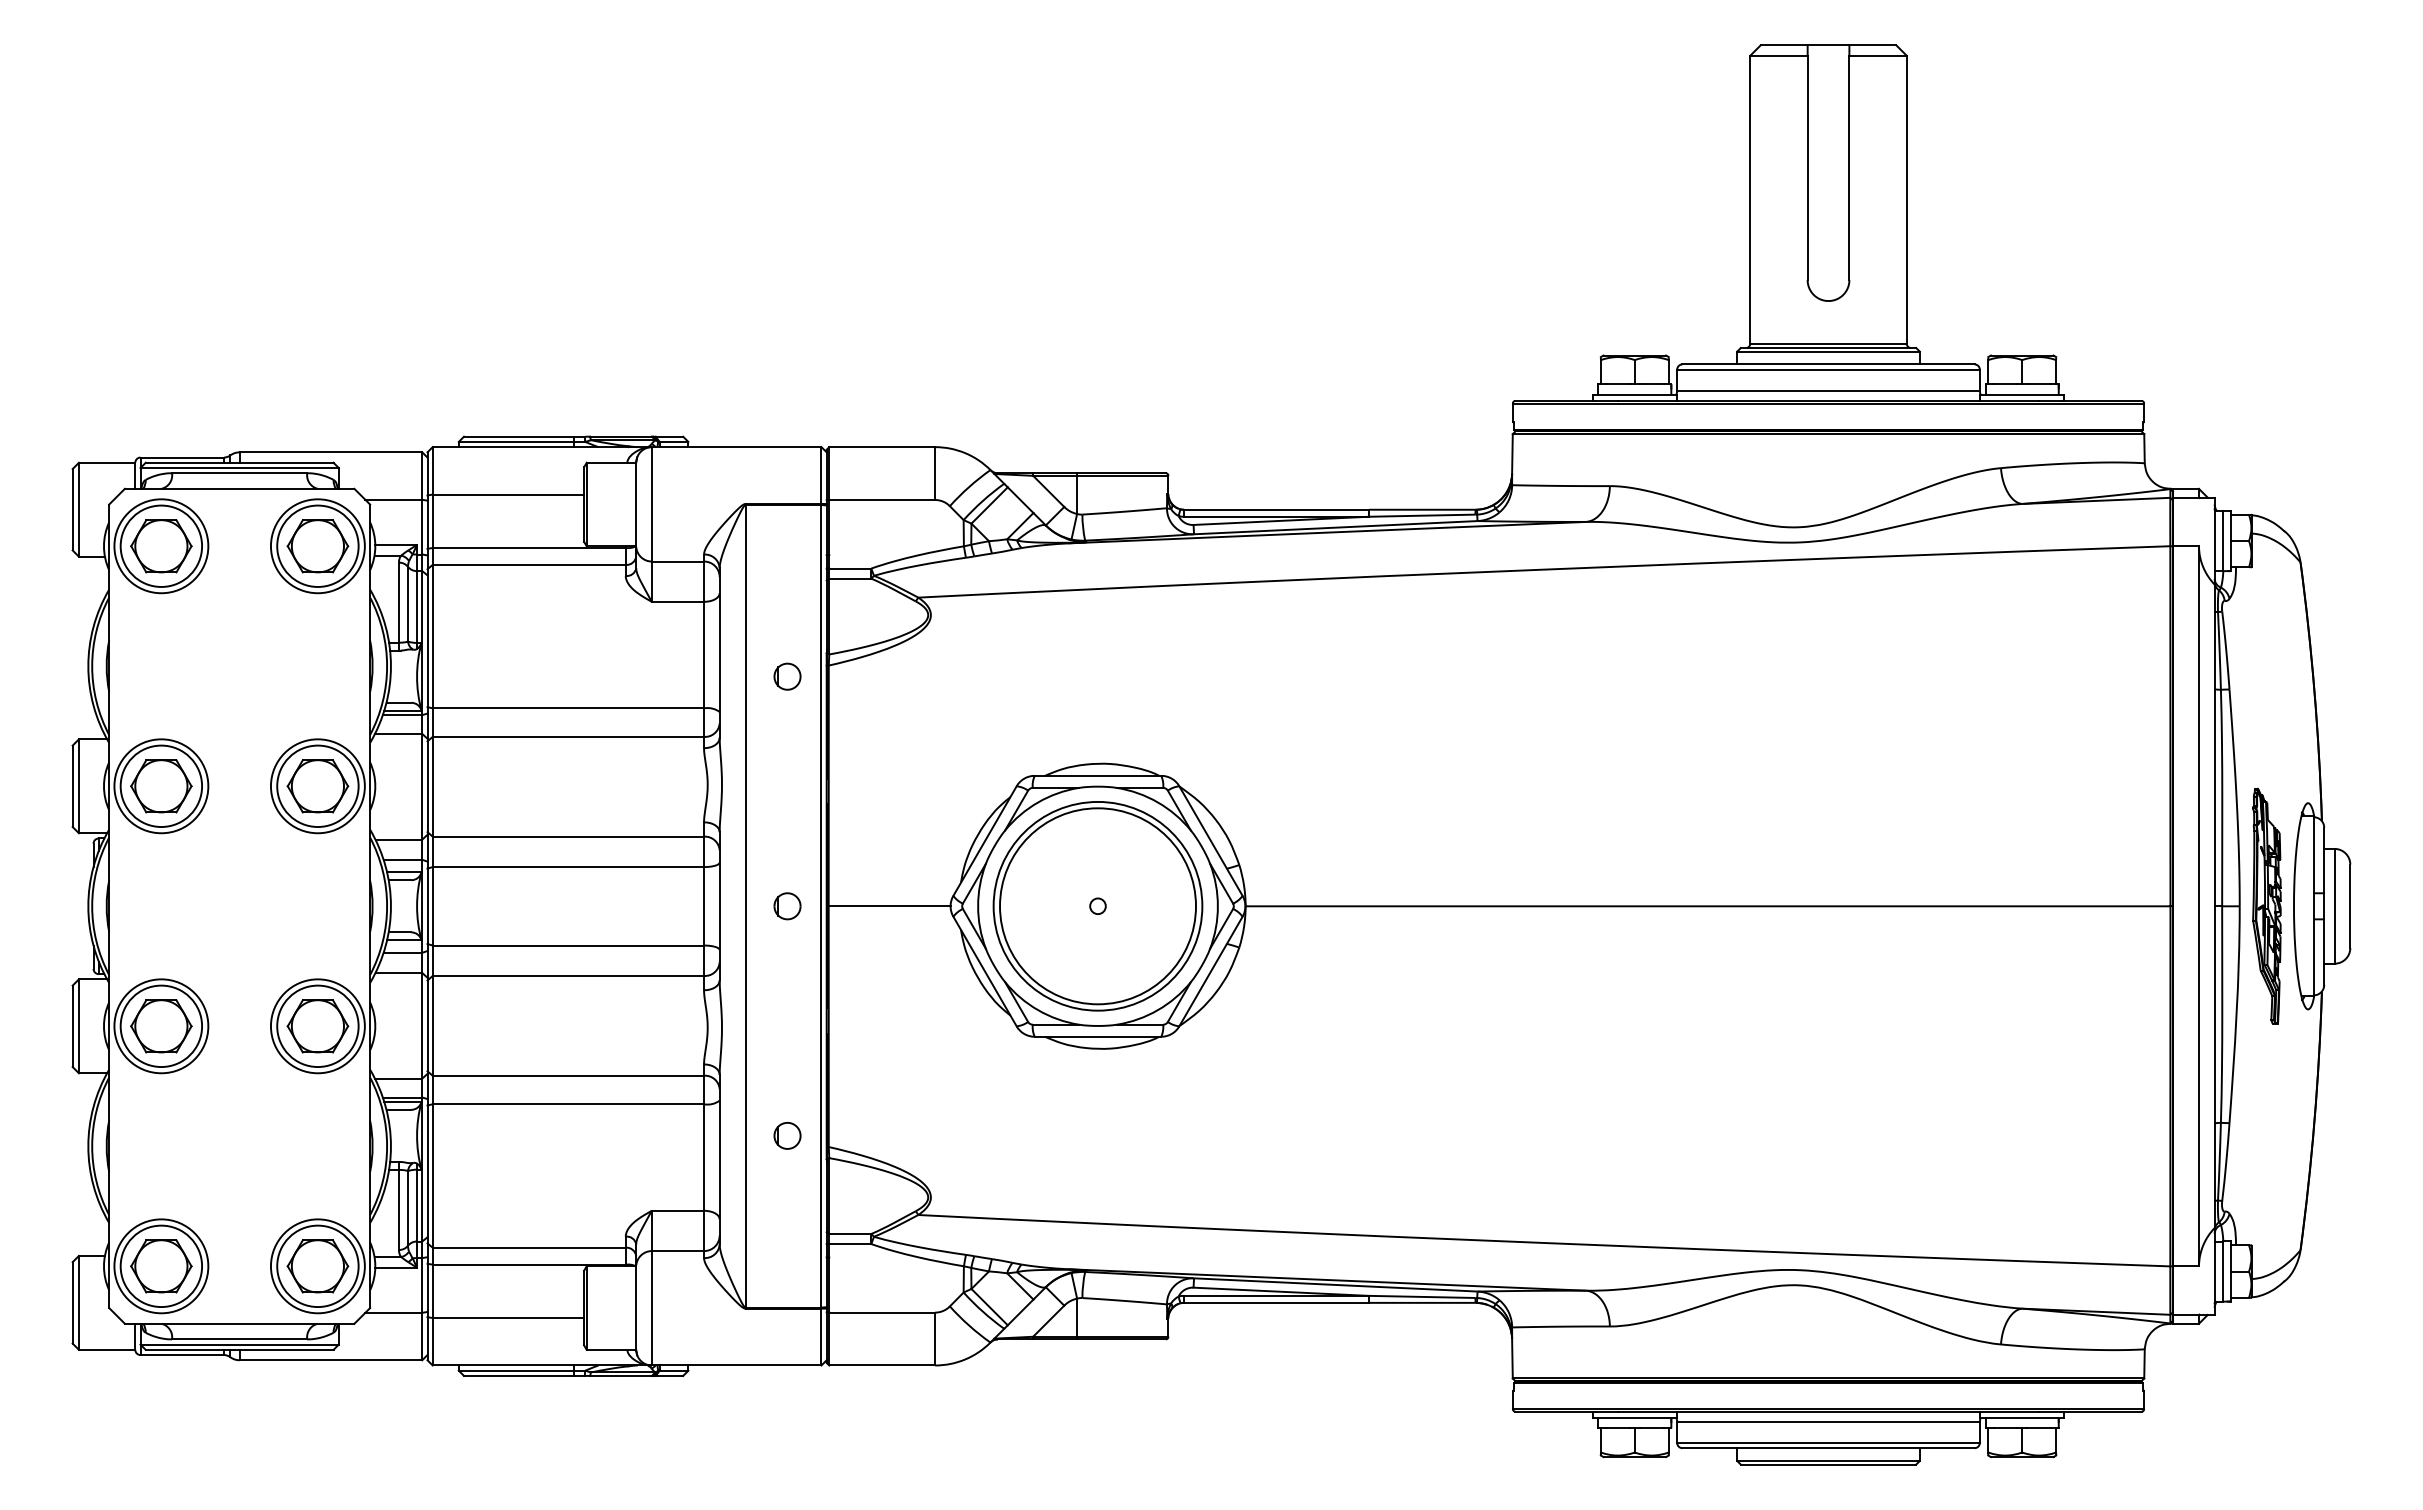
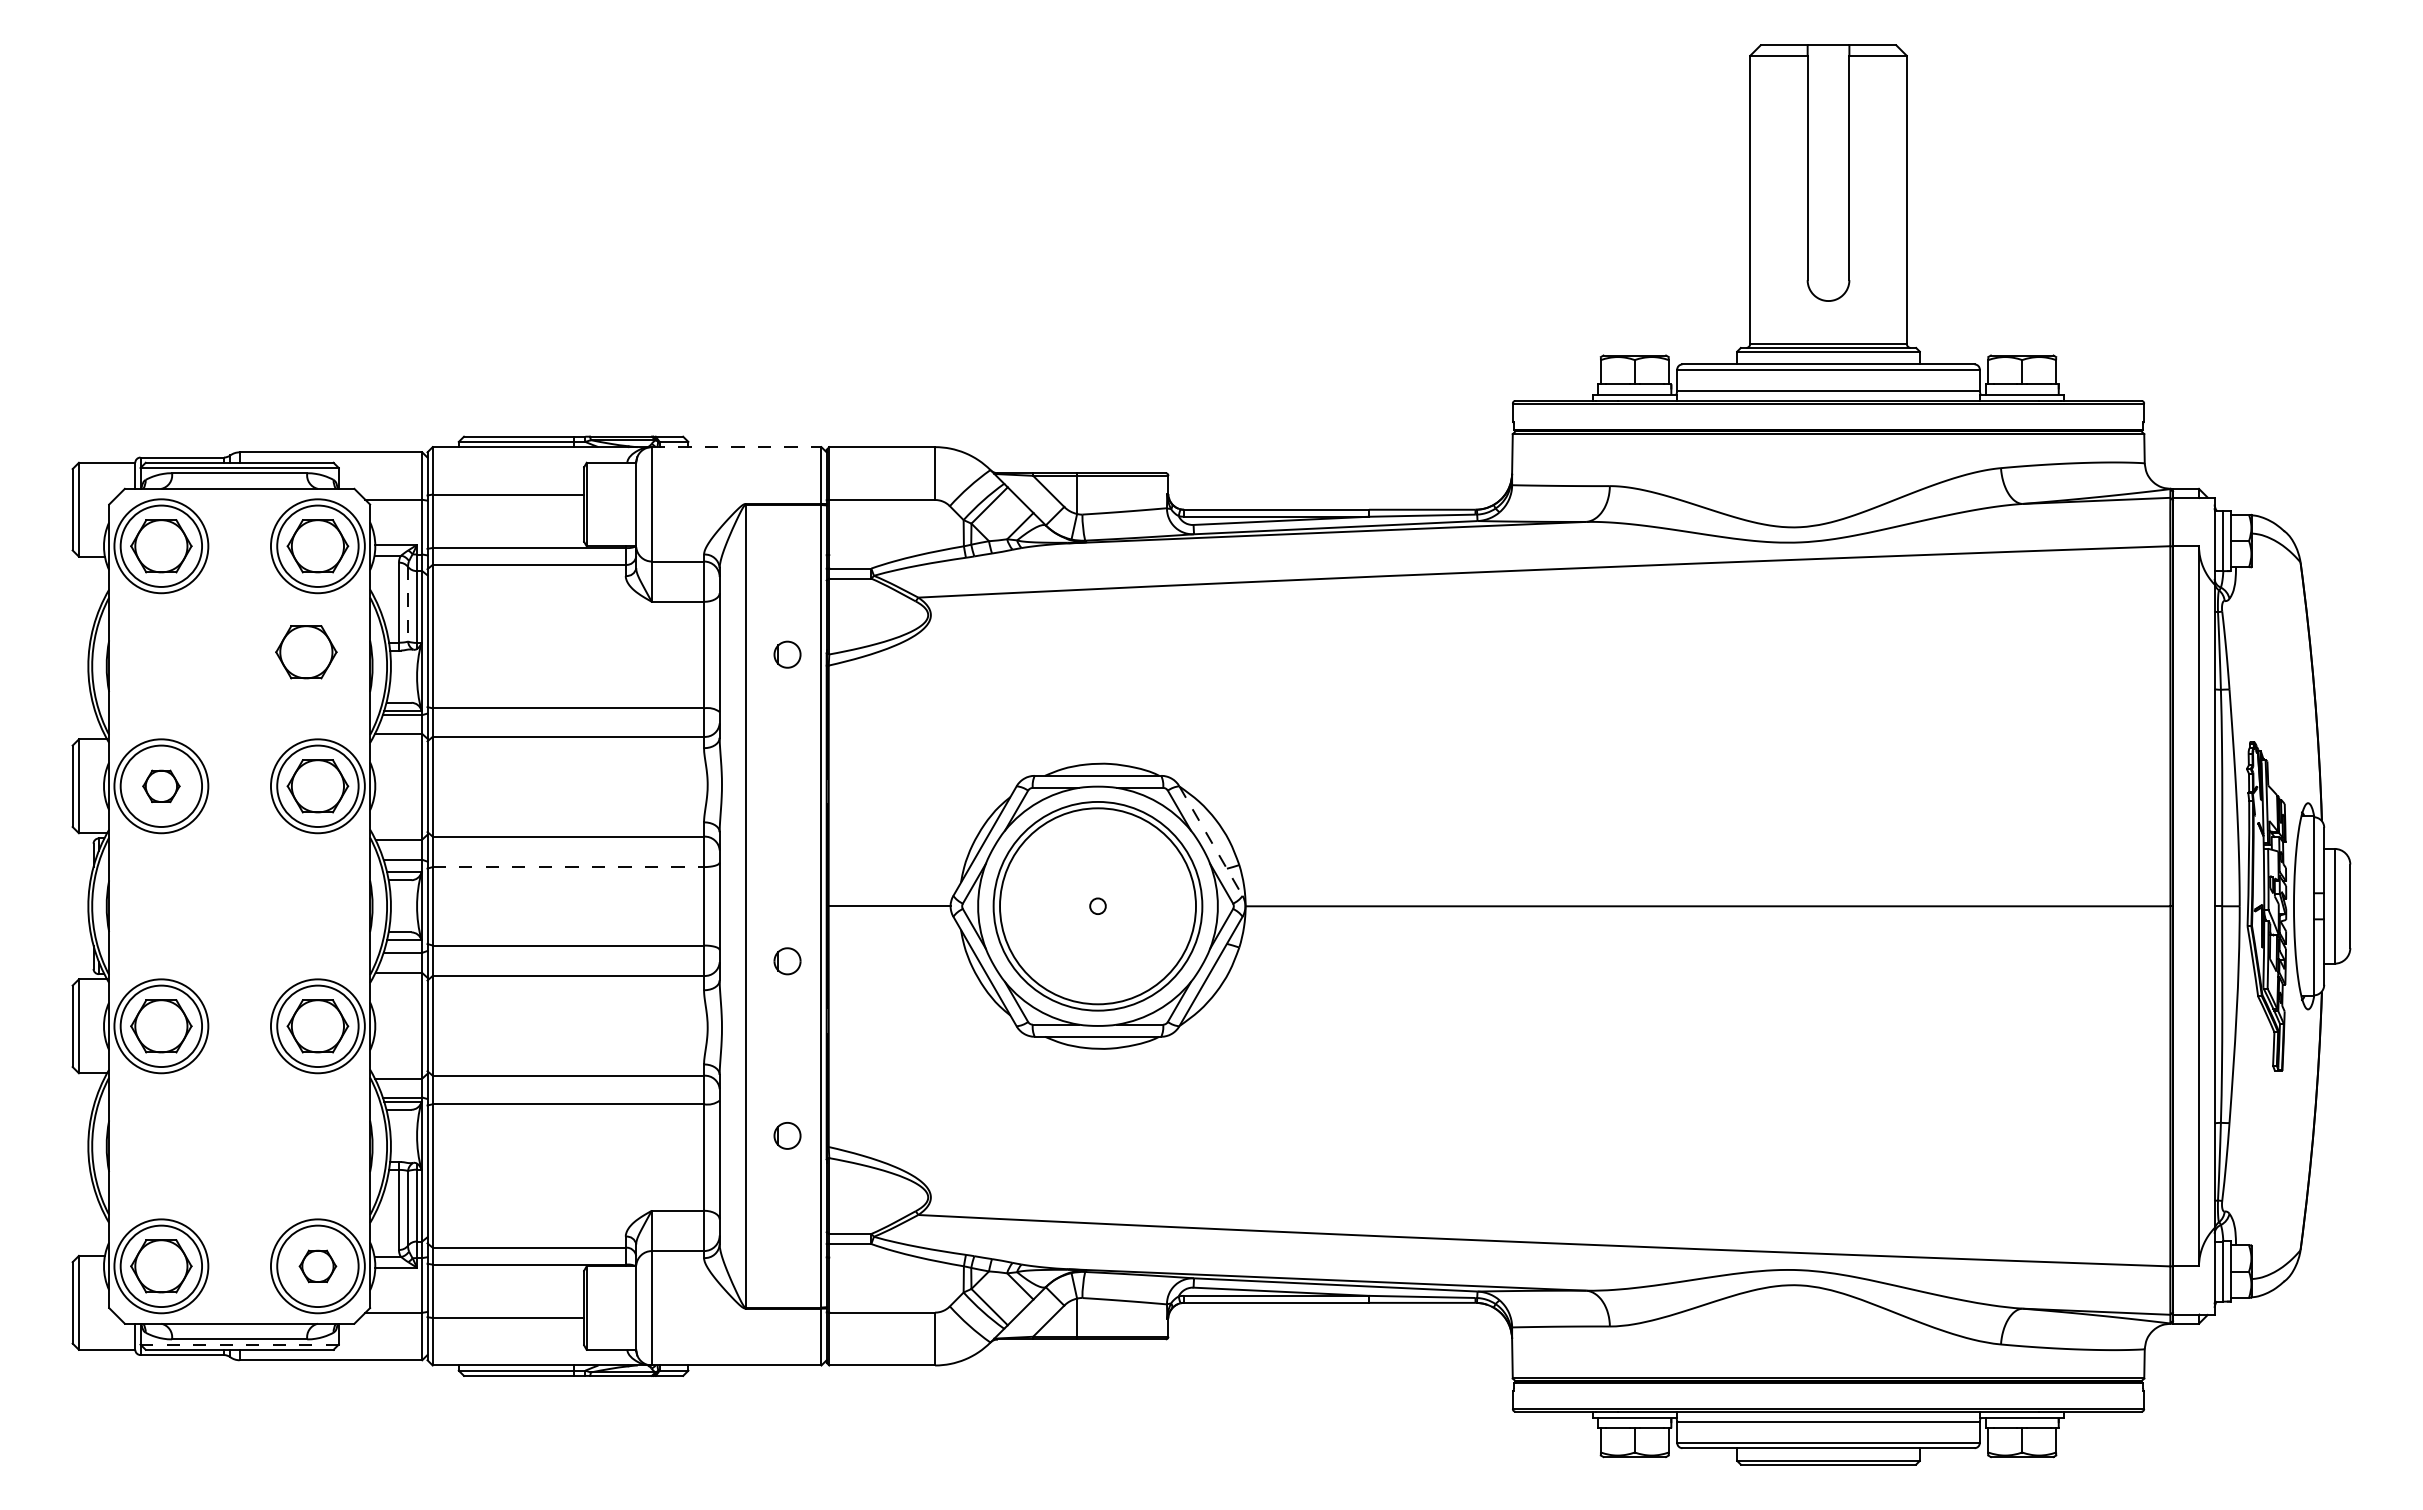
line at (736, 447): solid -> dashed
line at (408, 604): solid -> dashed
part at (306, 652): none -> present
part at (787, 676) position: (787, 676) -> (787, 654)
part at (161, 786) size: 63x55 px -> 39x35 px
line at (1211, 841): solid -> dashed
line at (568, 867): solid -> dashed
part at (2266, 905) size: 30x238 px -> 42x331 px
part at (787, 906) position: (787, 906) -> (787, 961)
part at (317, 1266) size: 64x55 px -> 40x35 px
line at (239, 1344): solid -> dashed
